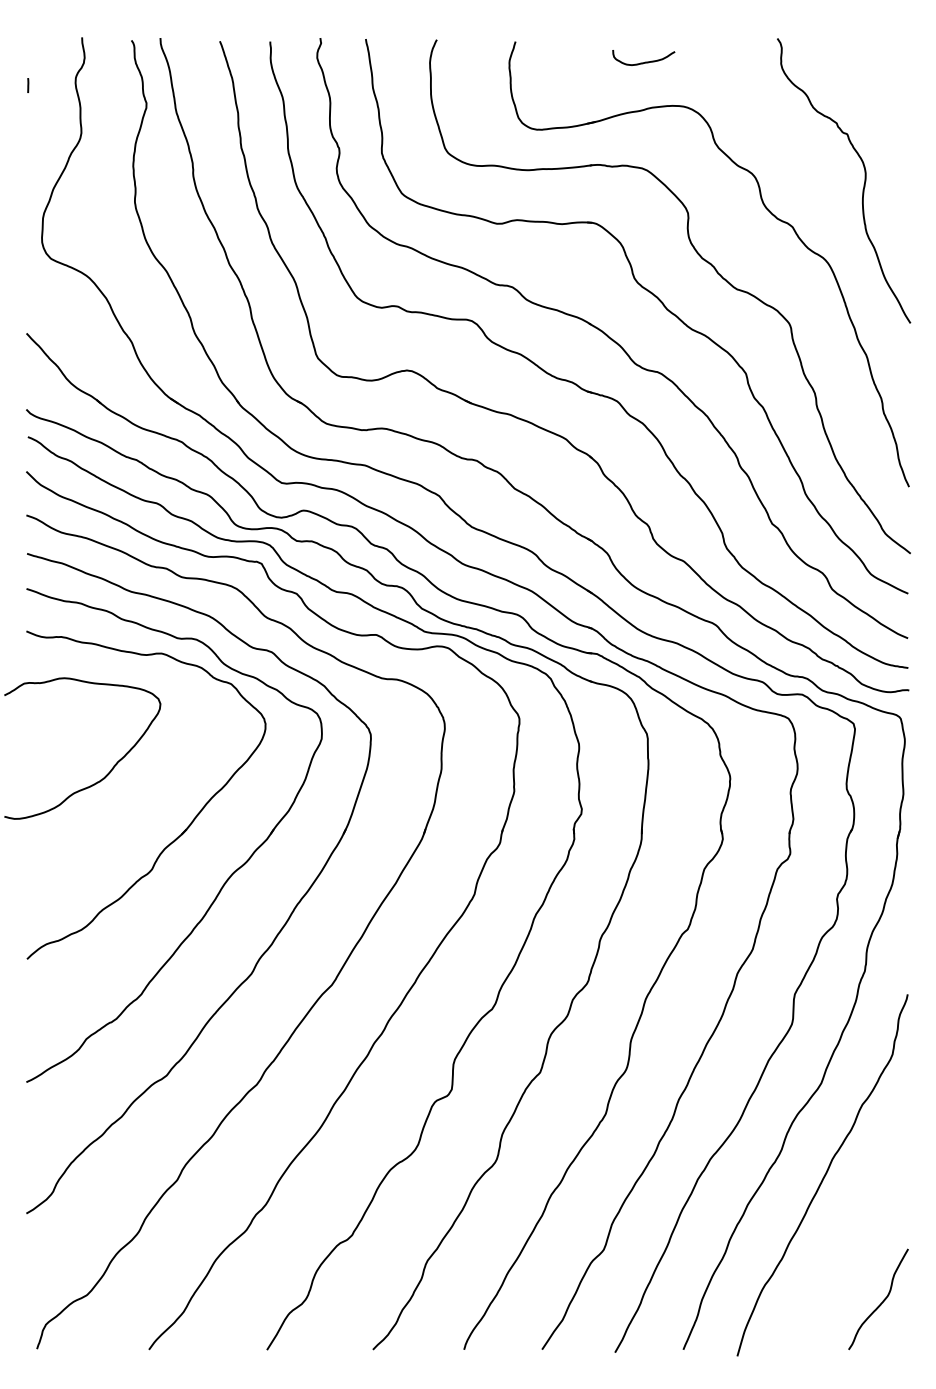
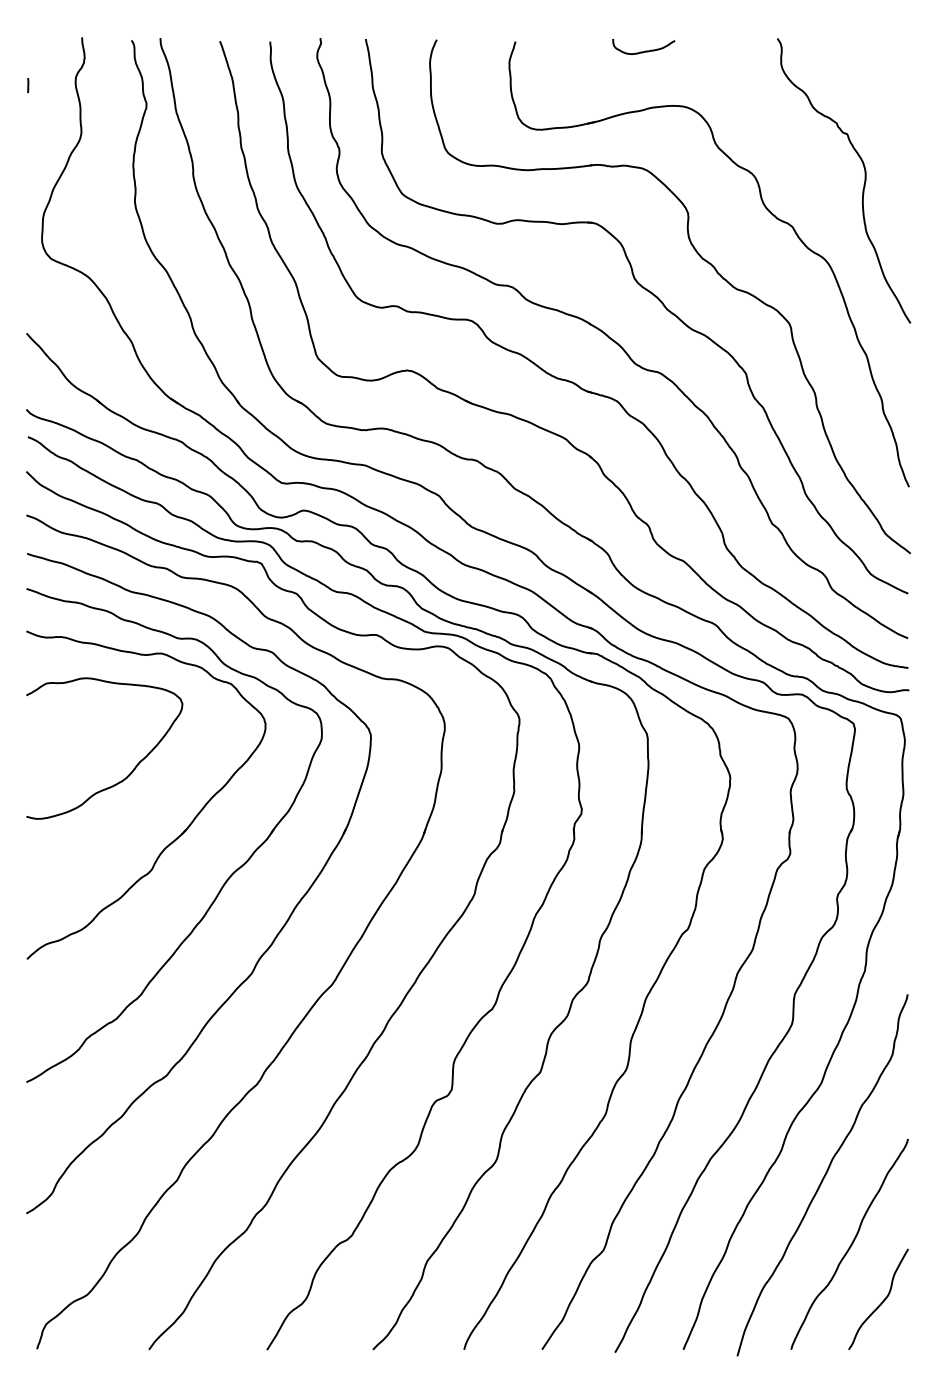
curve at (645, 61) position: (645, 61) -> (645, 50)
curve at (111, 768) position: (111, 768) -> (133, 768)
curve at (850, 1244): none -> present
